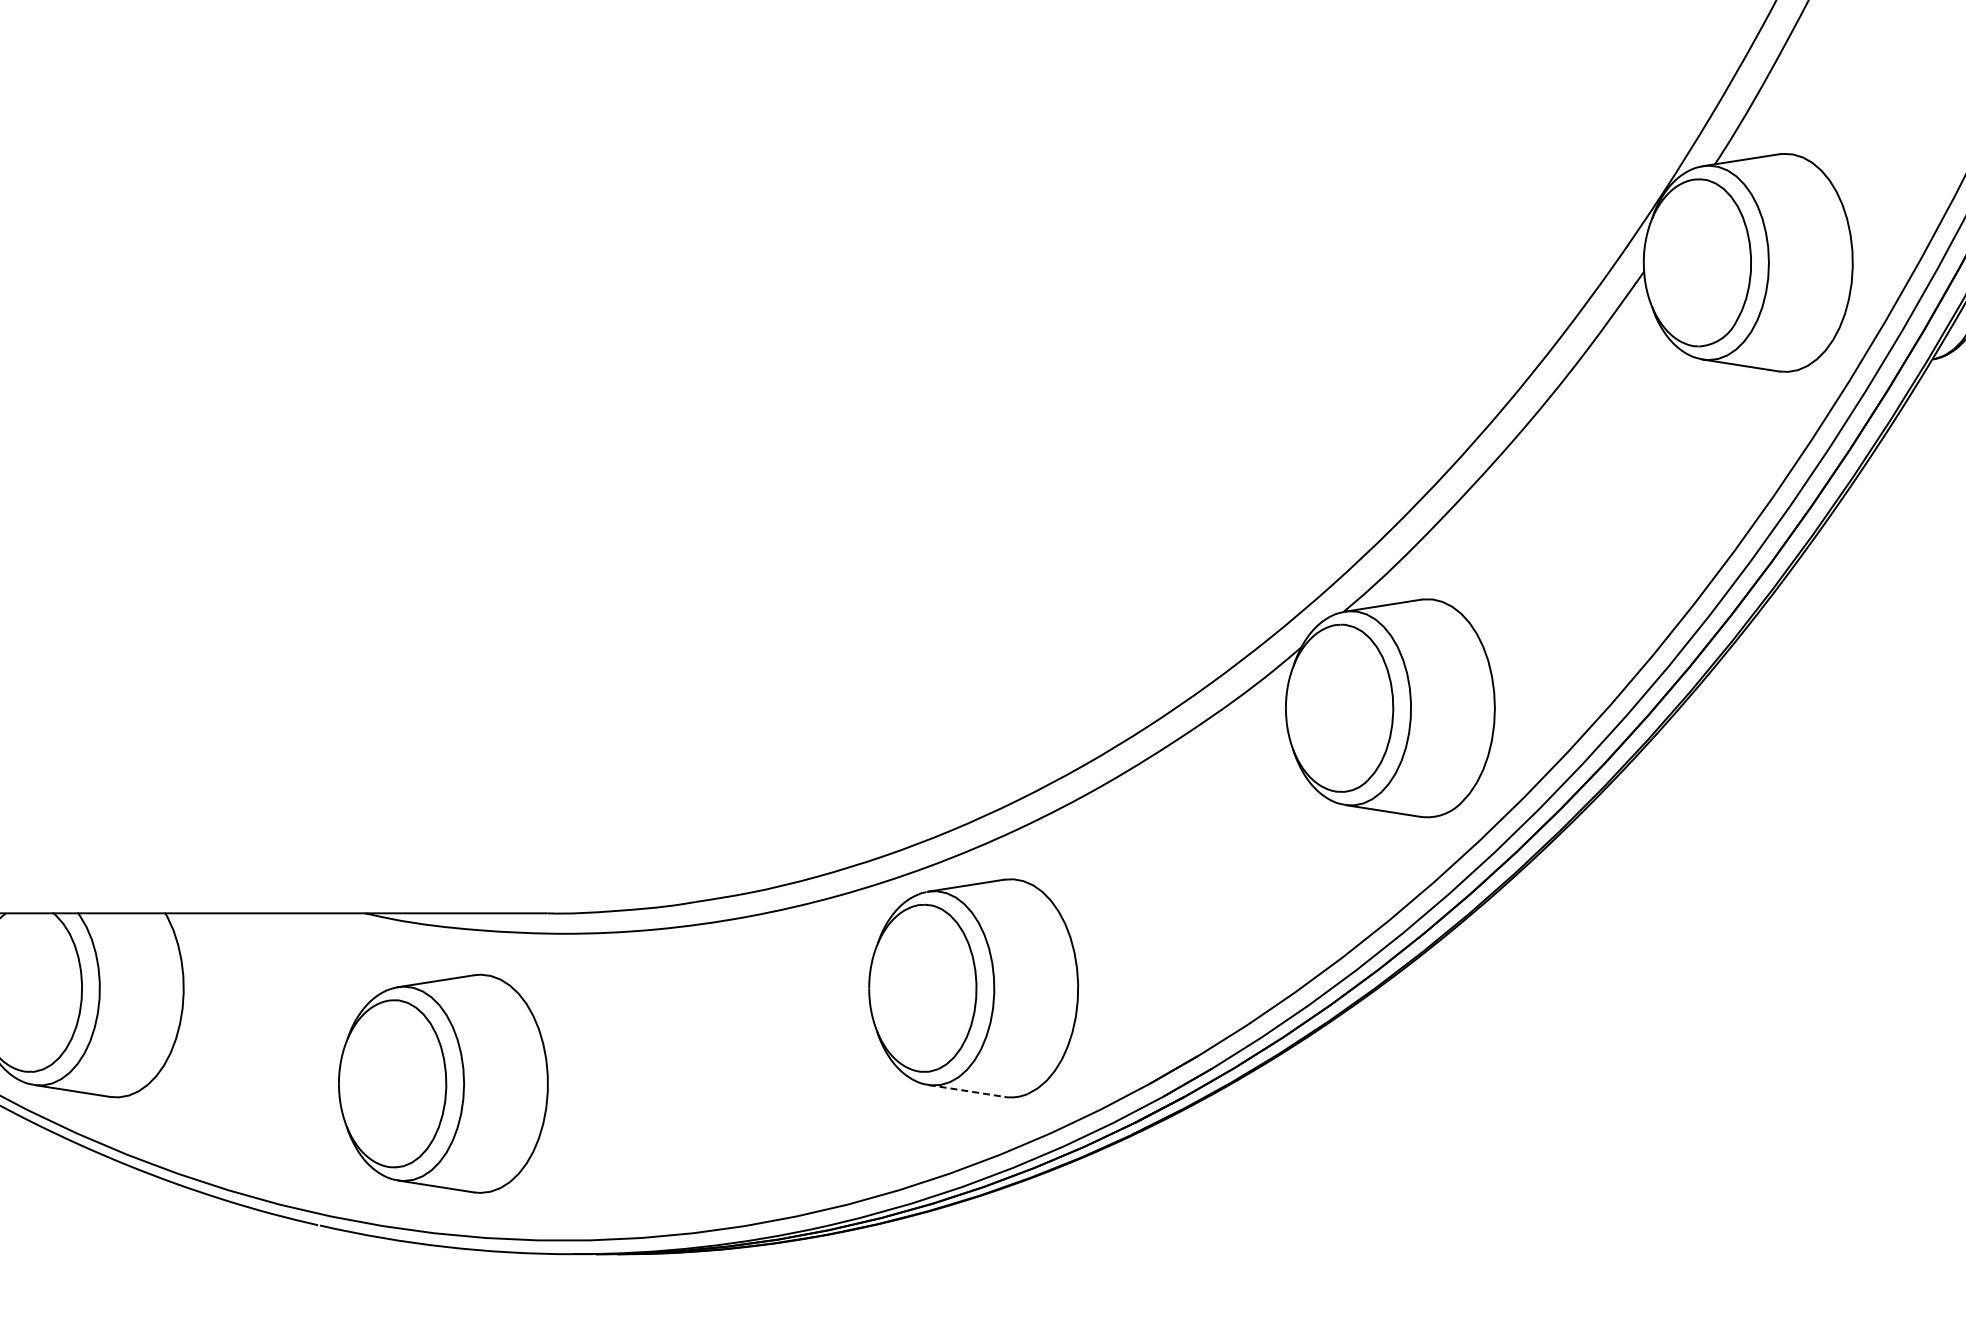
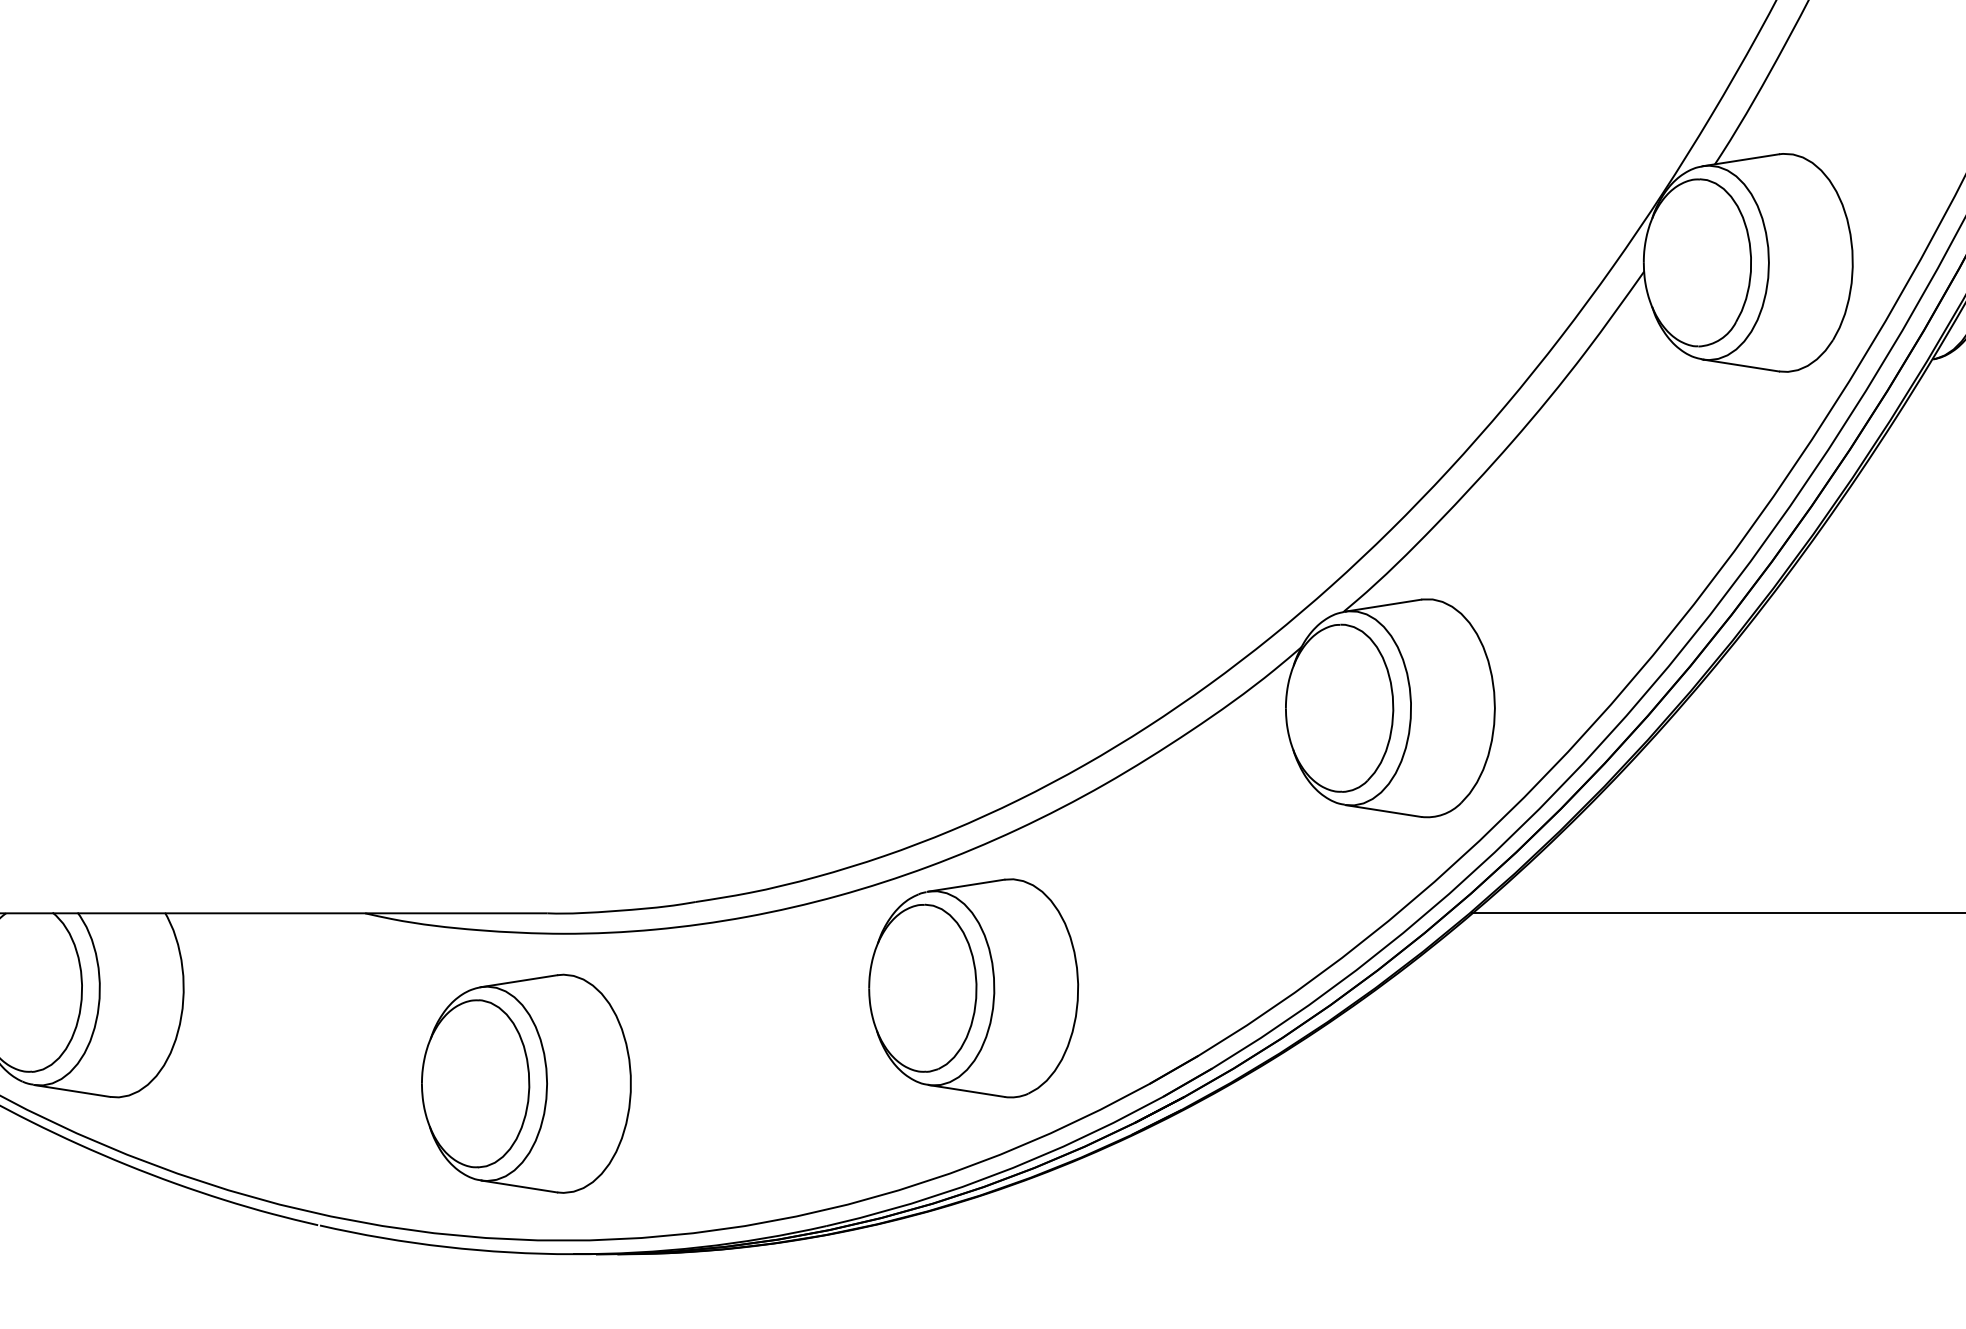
line at (1717, 913): none -> present
part at (443, 1083) position: (443, 1083) -> (526, 1083)
line at (967, 1091): dashed -> solid
